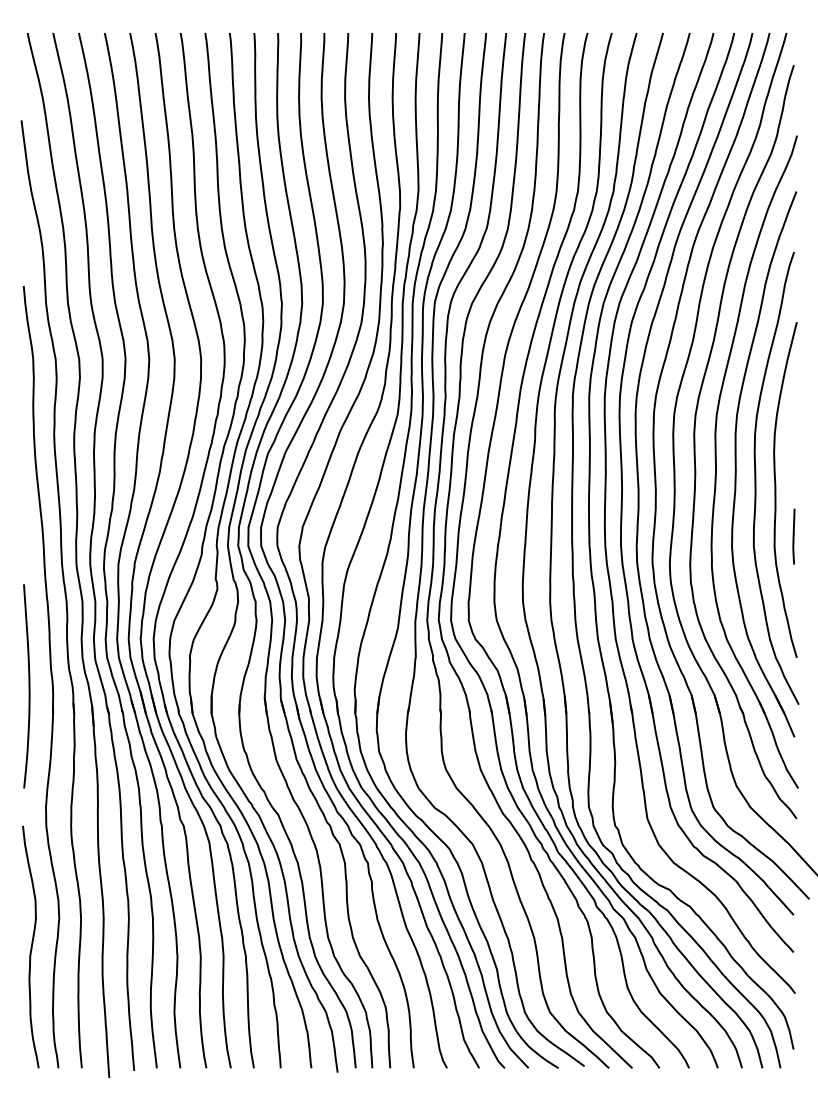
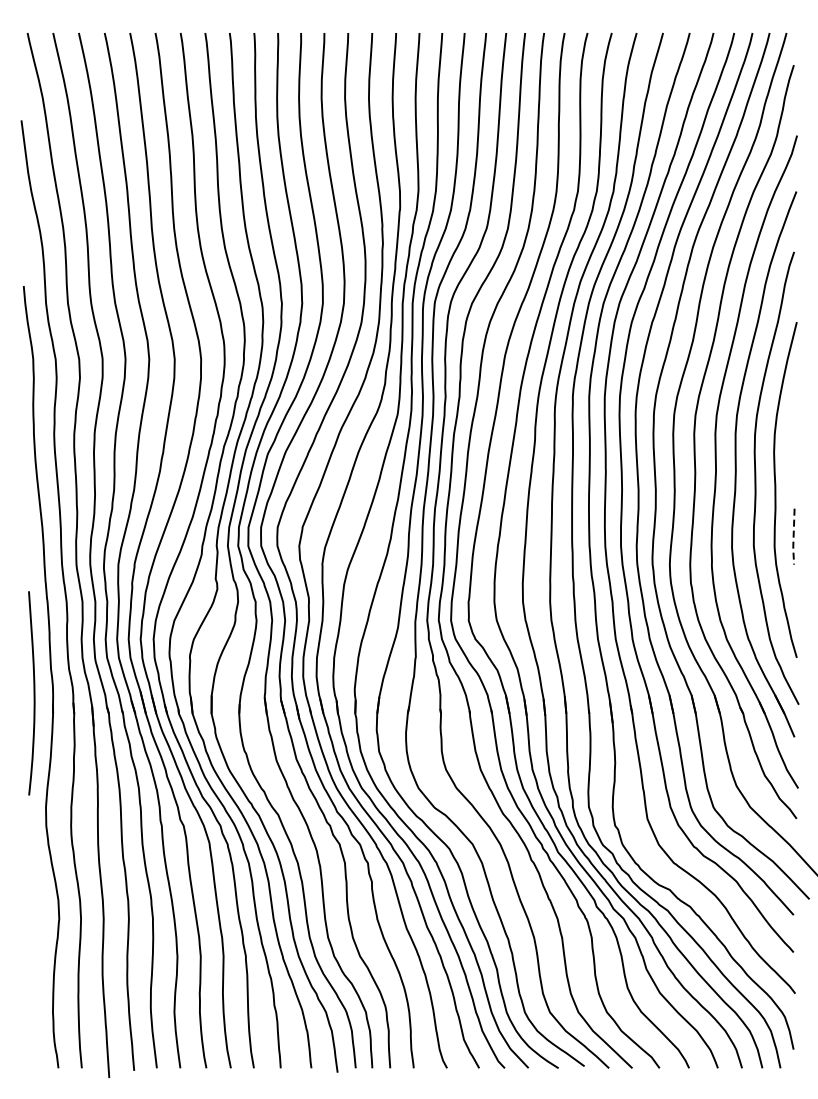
line at (793, 538): solid -> dashed
curve at (28, 686) position: (28, 686) -> (33, 693)
curve at (31, 946): present -> none
